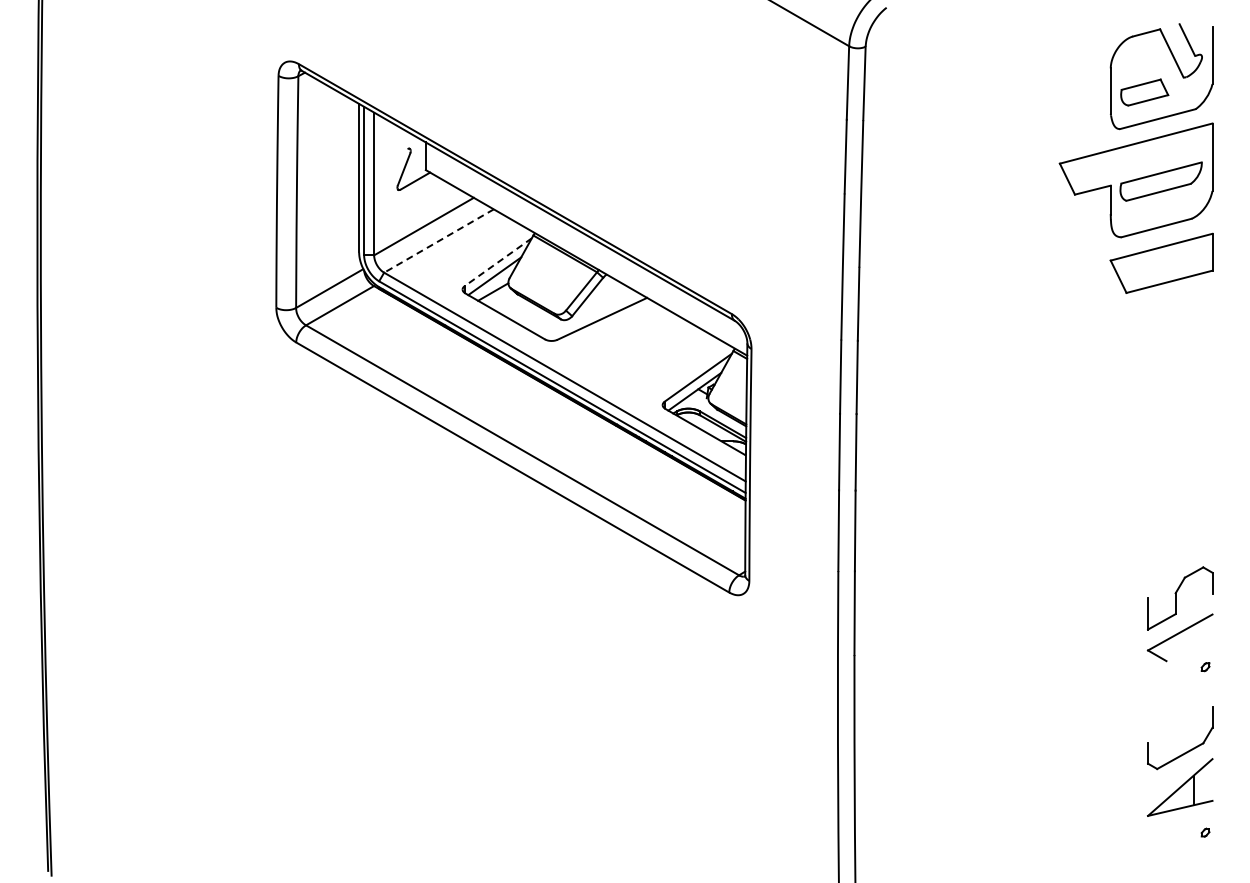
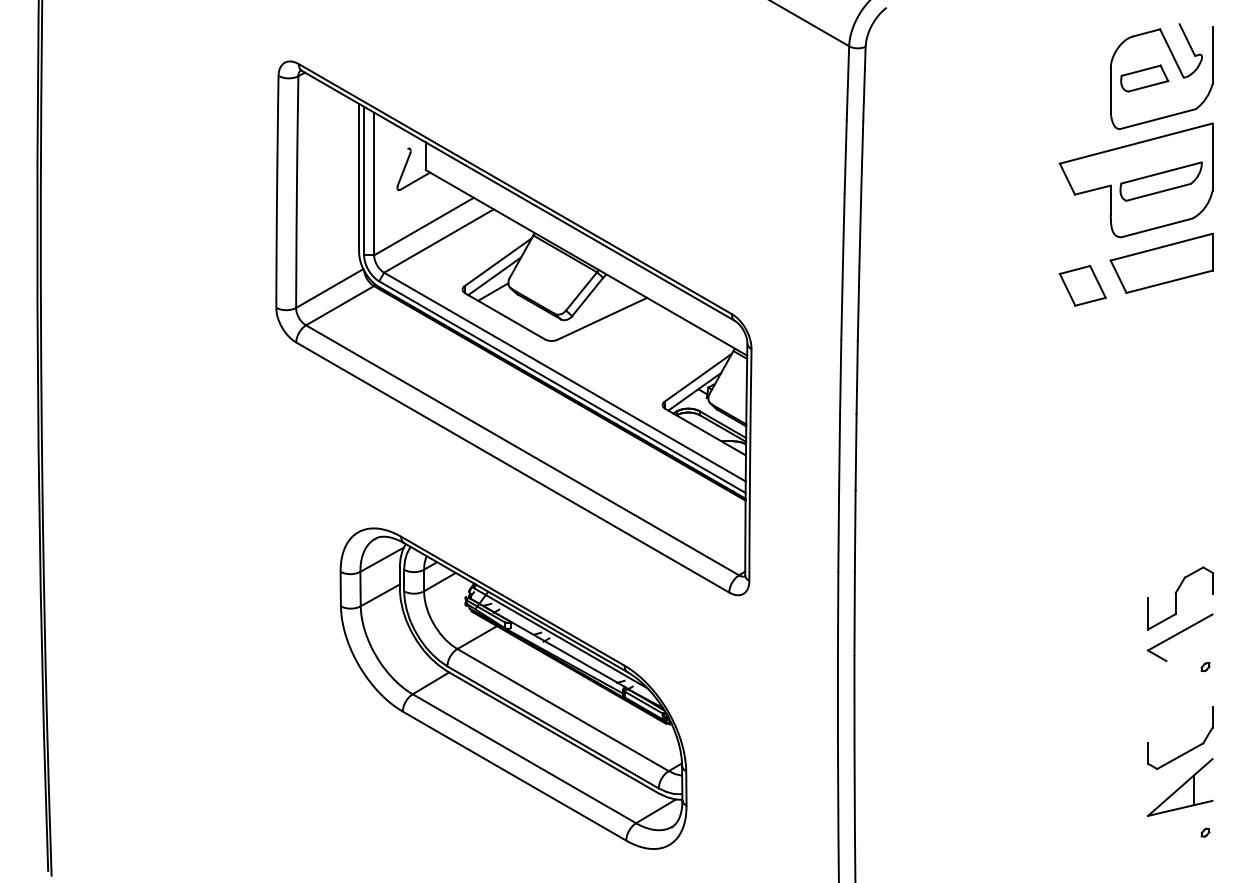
part at (1144, 92) position: (1144, 92) -> (1144, 78)
line at (438, 241): dashed -> solid
line at (497, 262): dashed -> solid
part at (1082, 285): none -> present
part at (513, 688): none -> present
